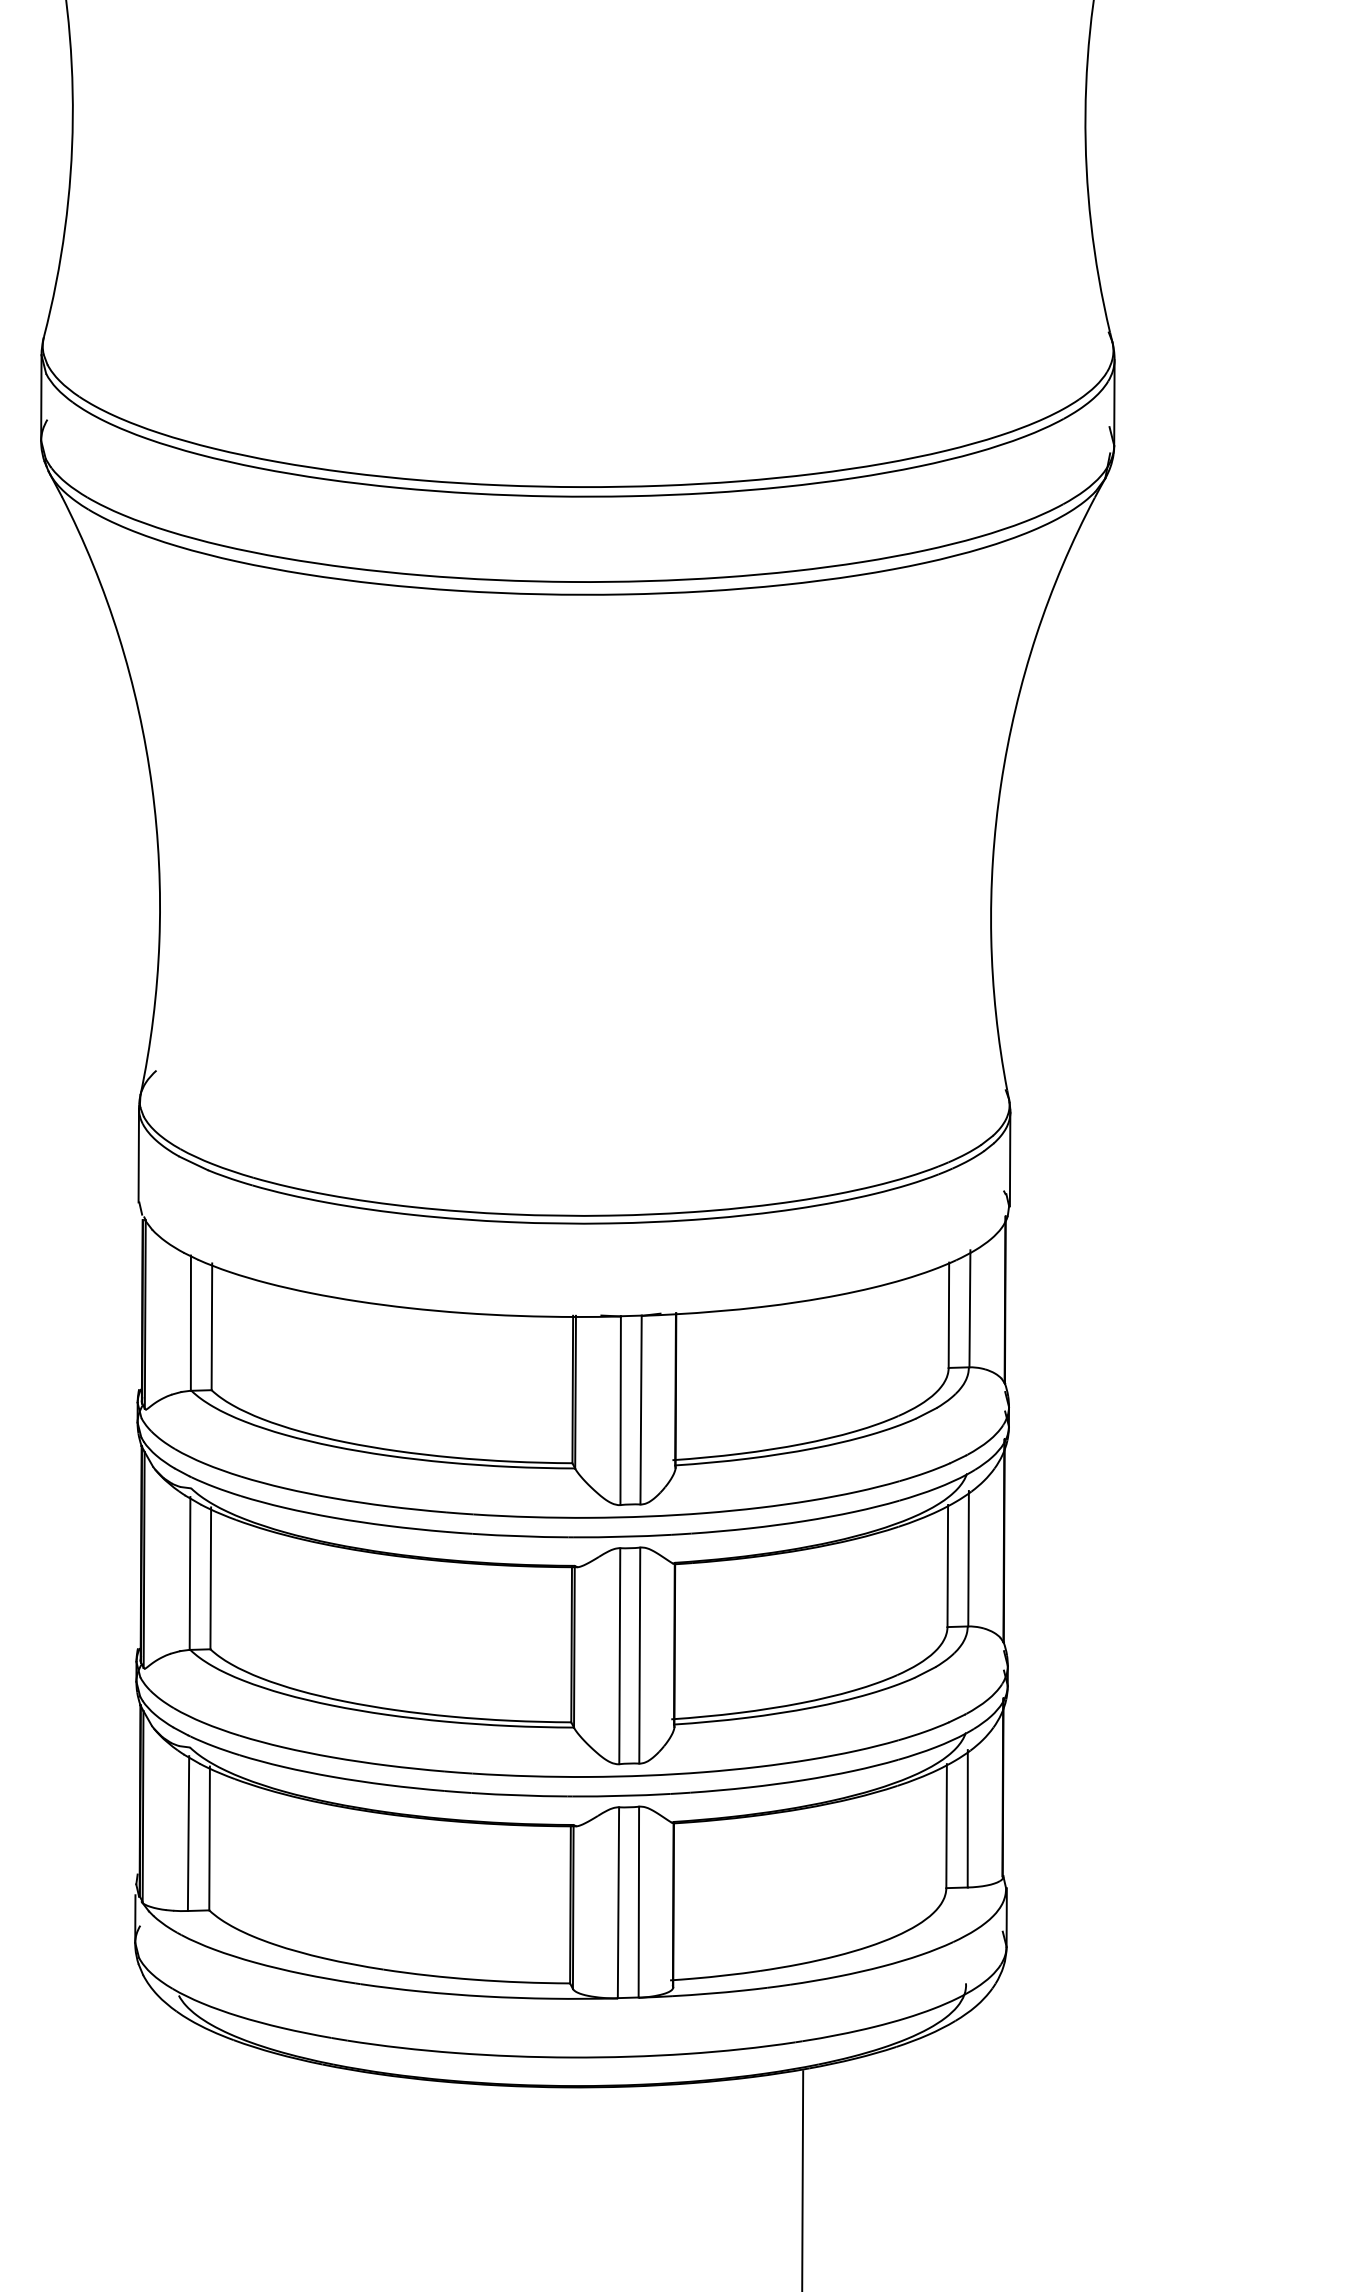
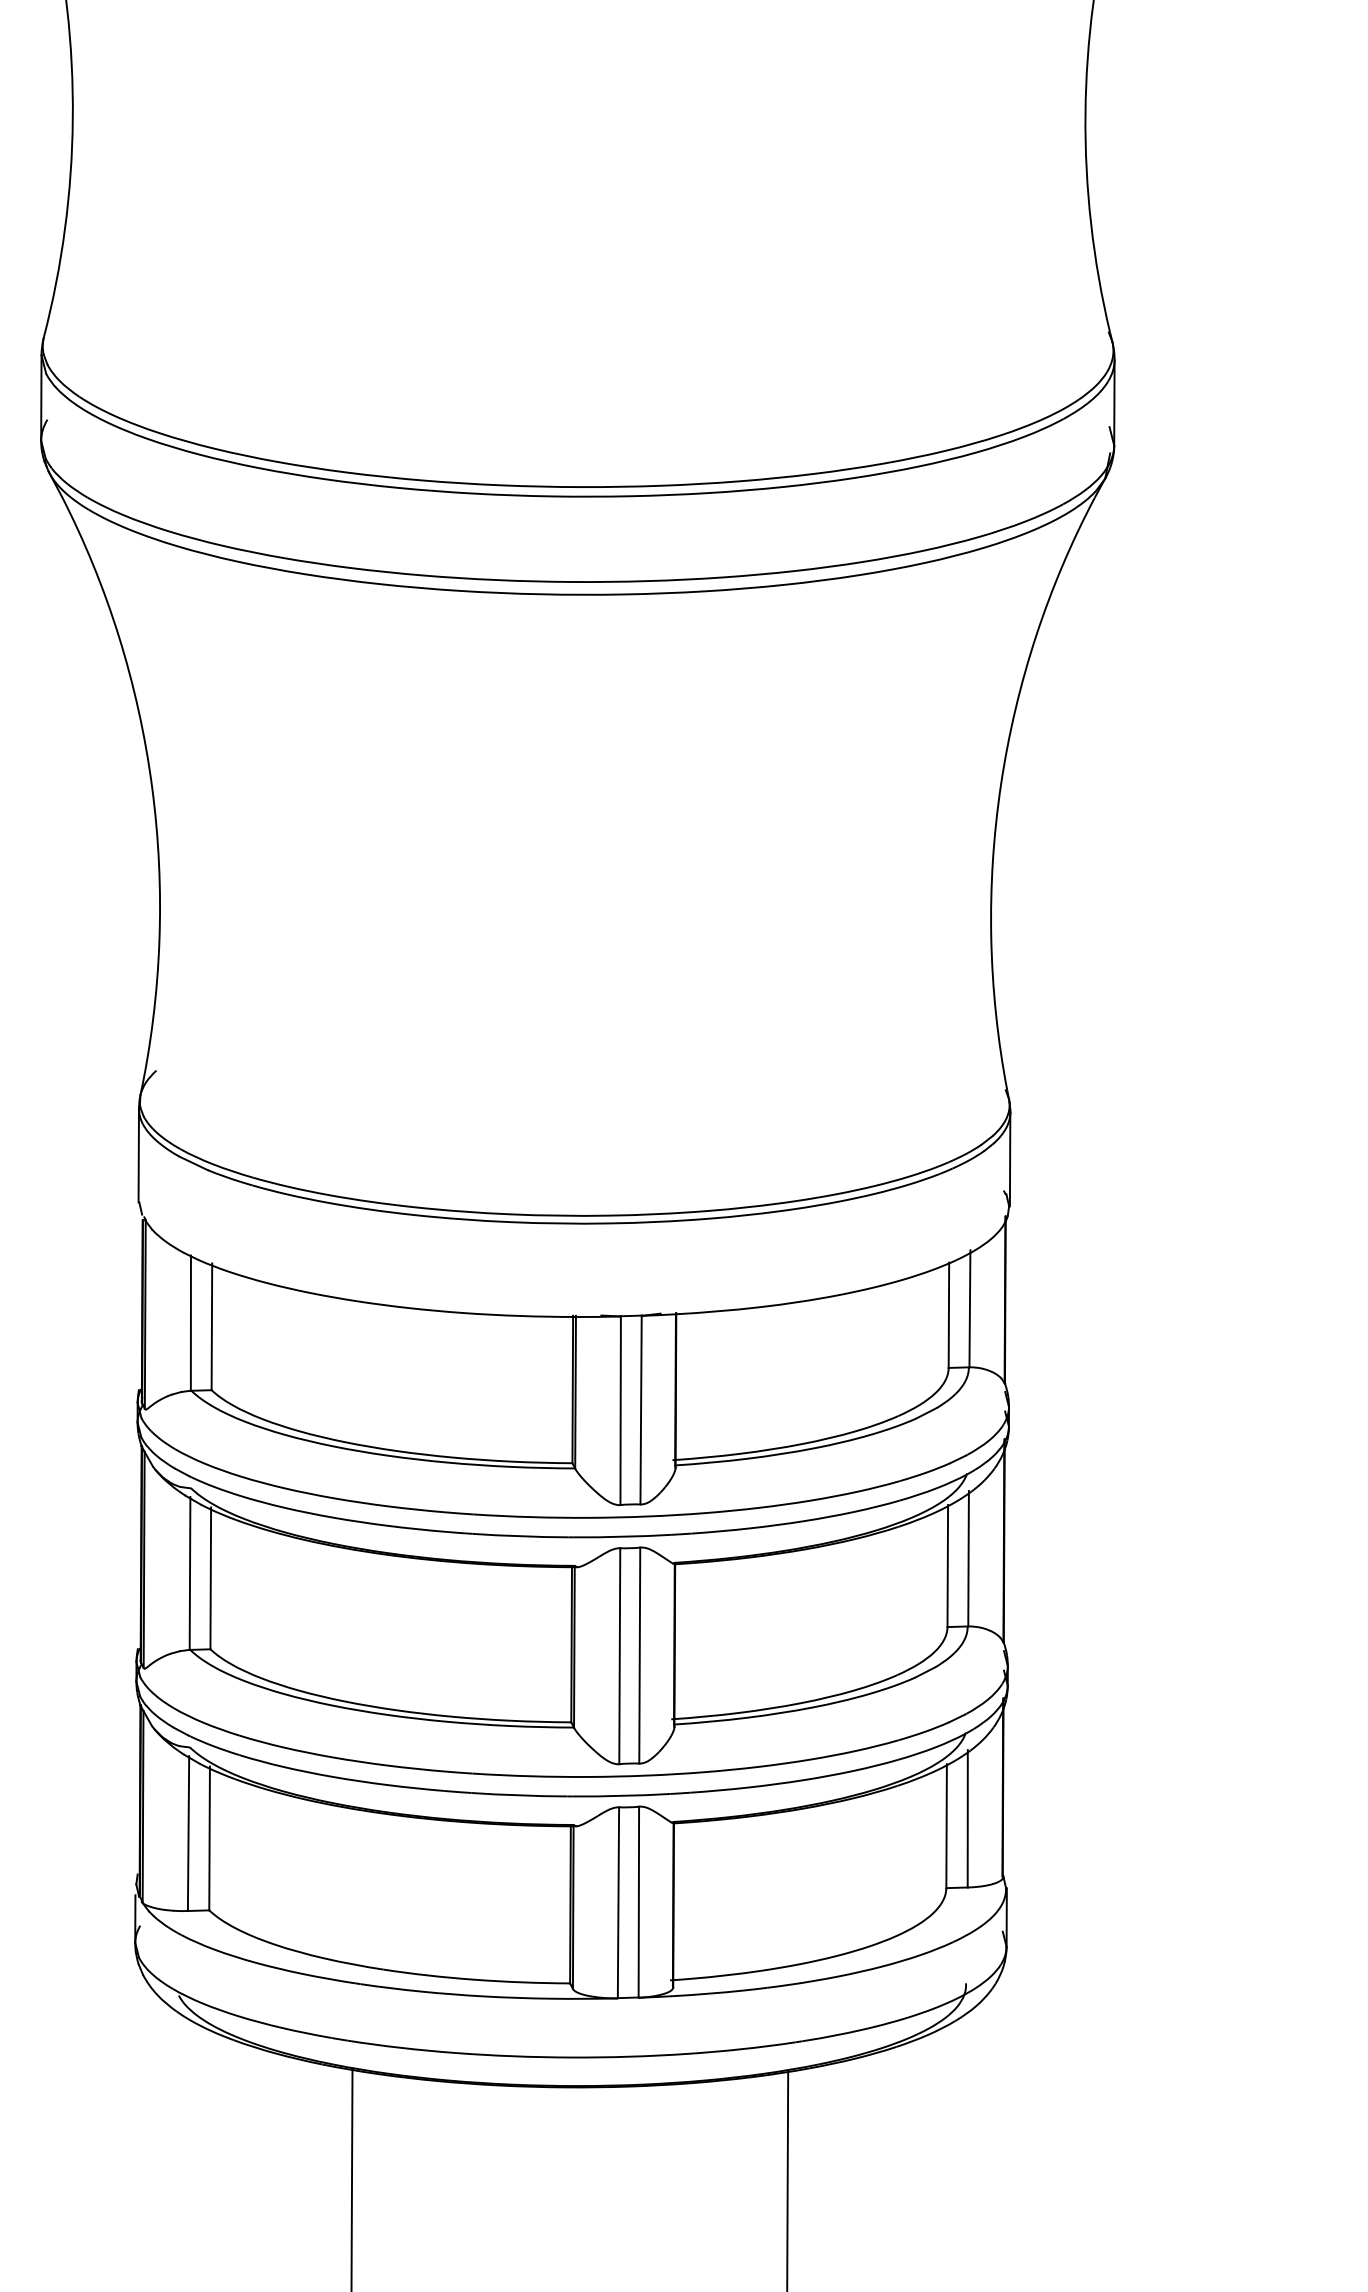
line at (351, 2178): none -> present
line at (802, 2179) position: (802, 2179) -> (787, 2179)
